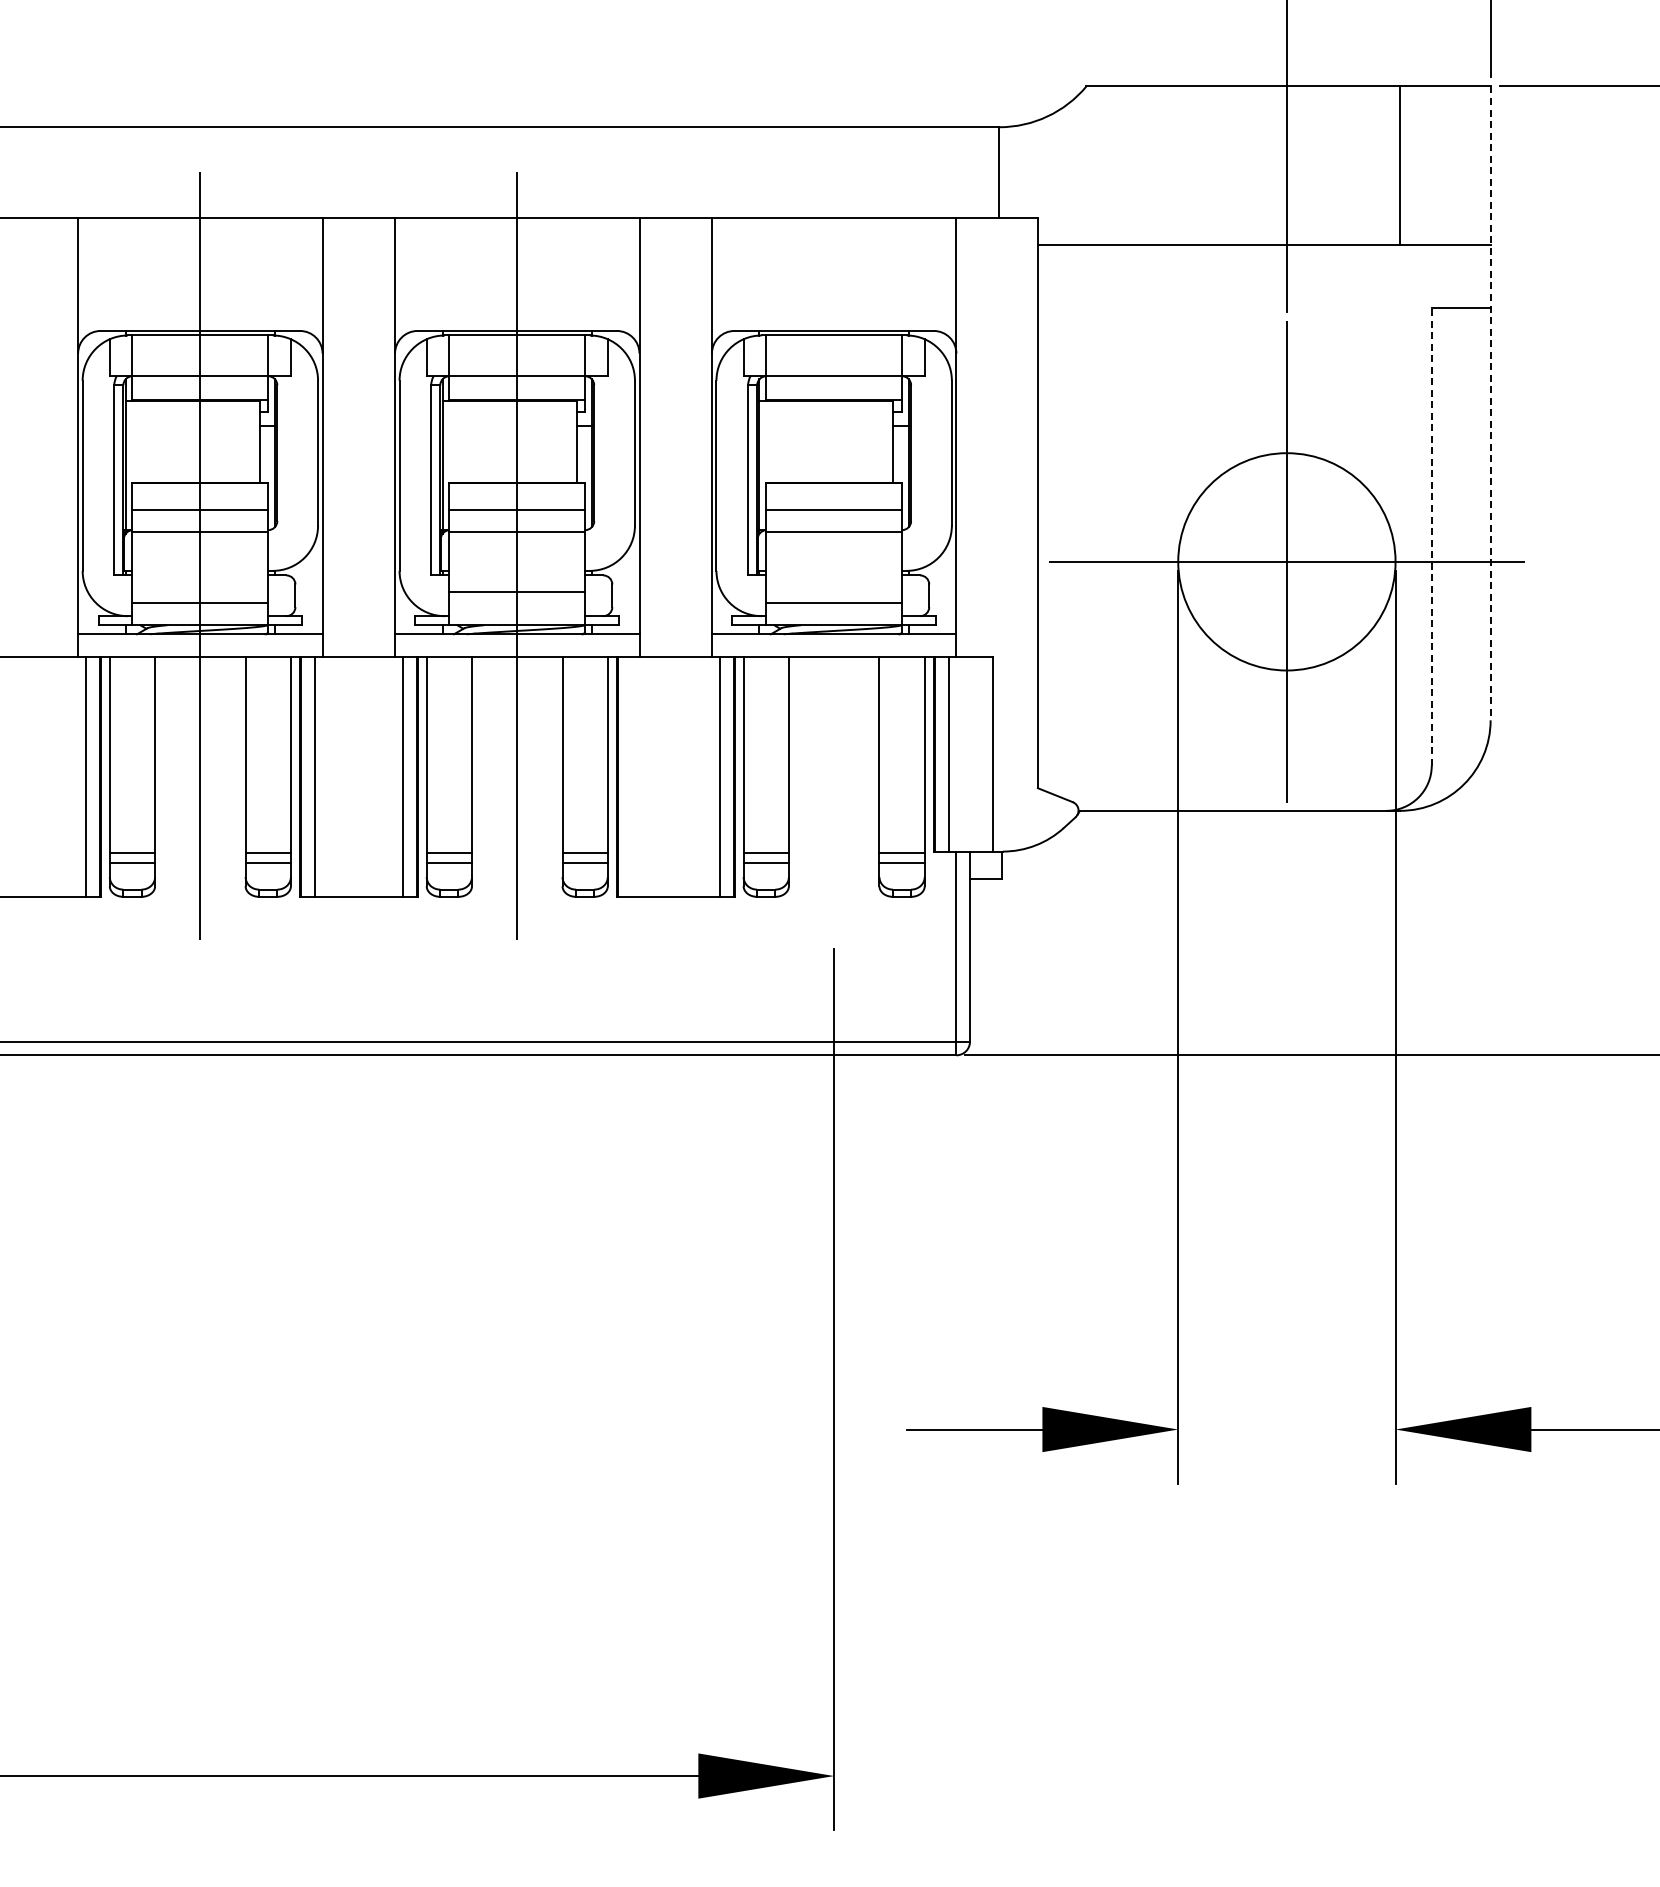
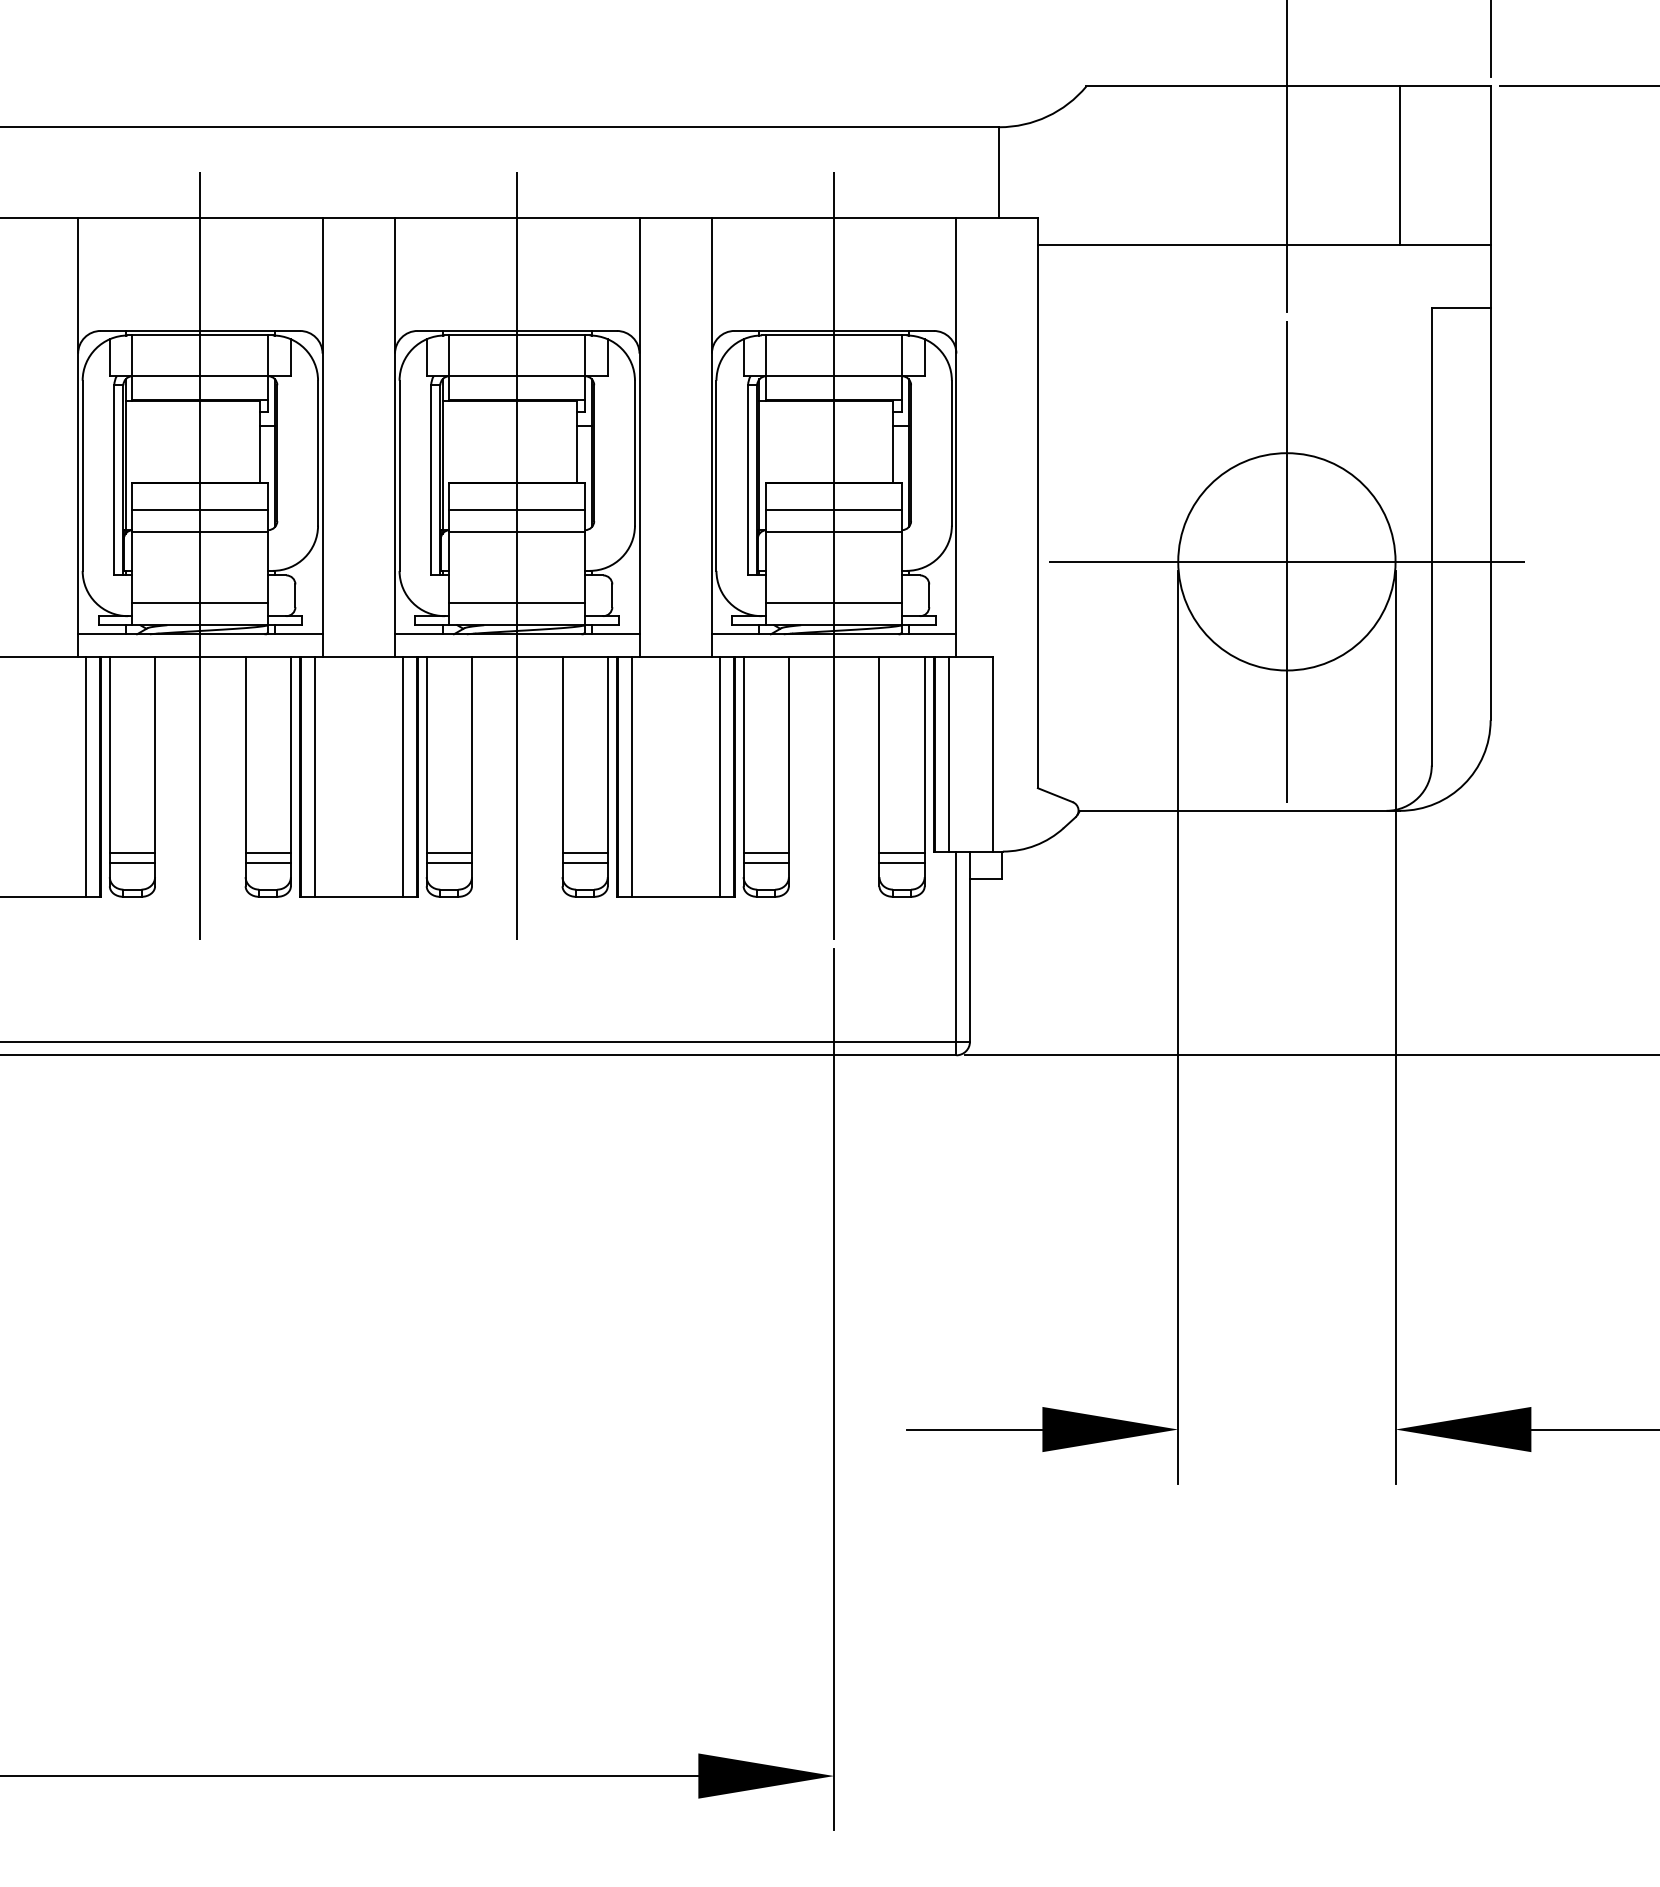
line at (1490, 403): dashed -> solid
line at (1431, 536): dashed -> solid
line at (834, 555): none -> present
line at (517, 591) position: (517, 591) -> (517, 602)
line at (632, 776): none -> present
